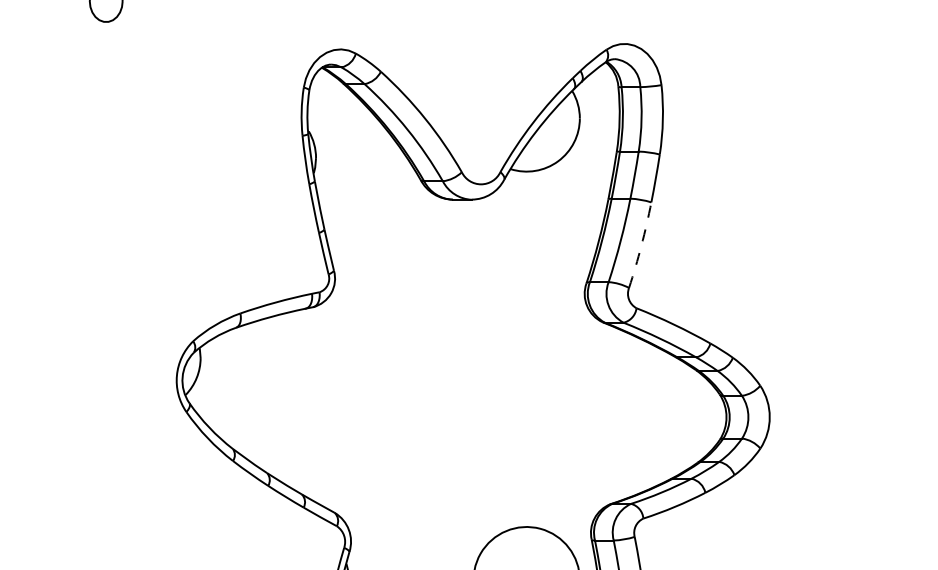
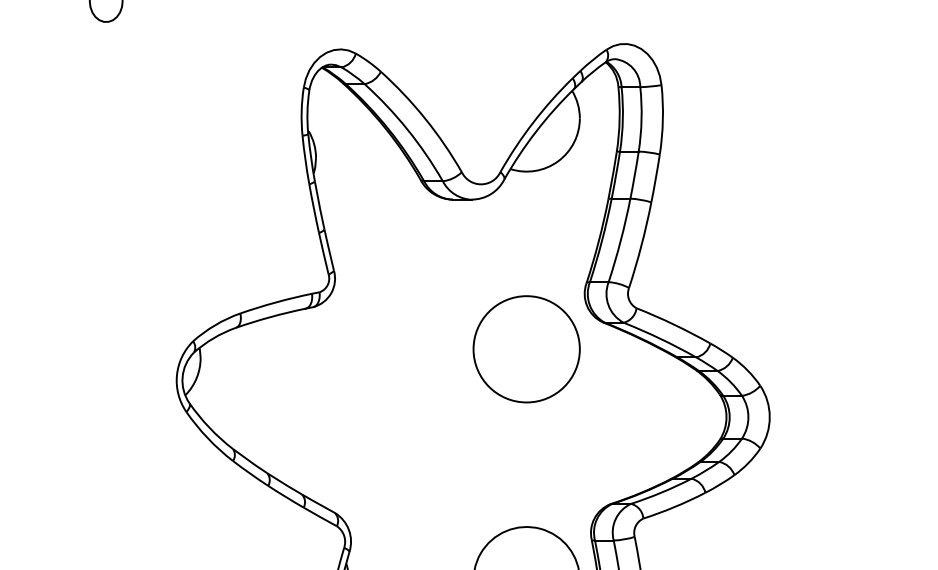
arc at (641, 245): dashed -> solid
circle at (526, 349): none -> present
